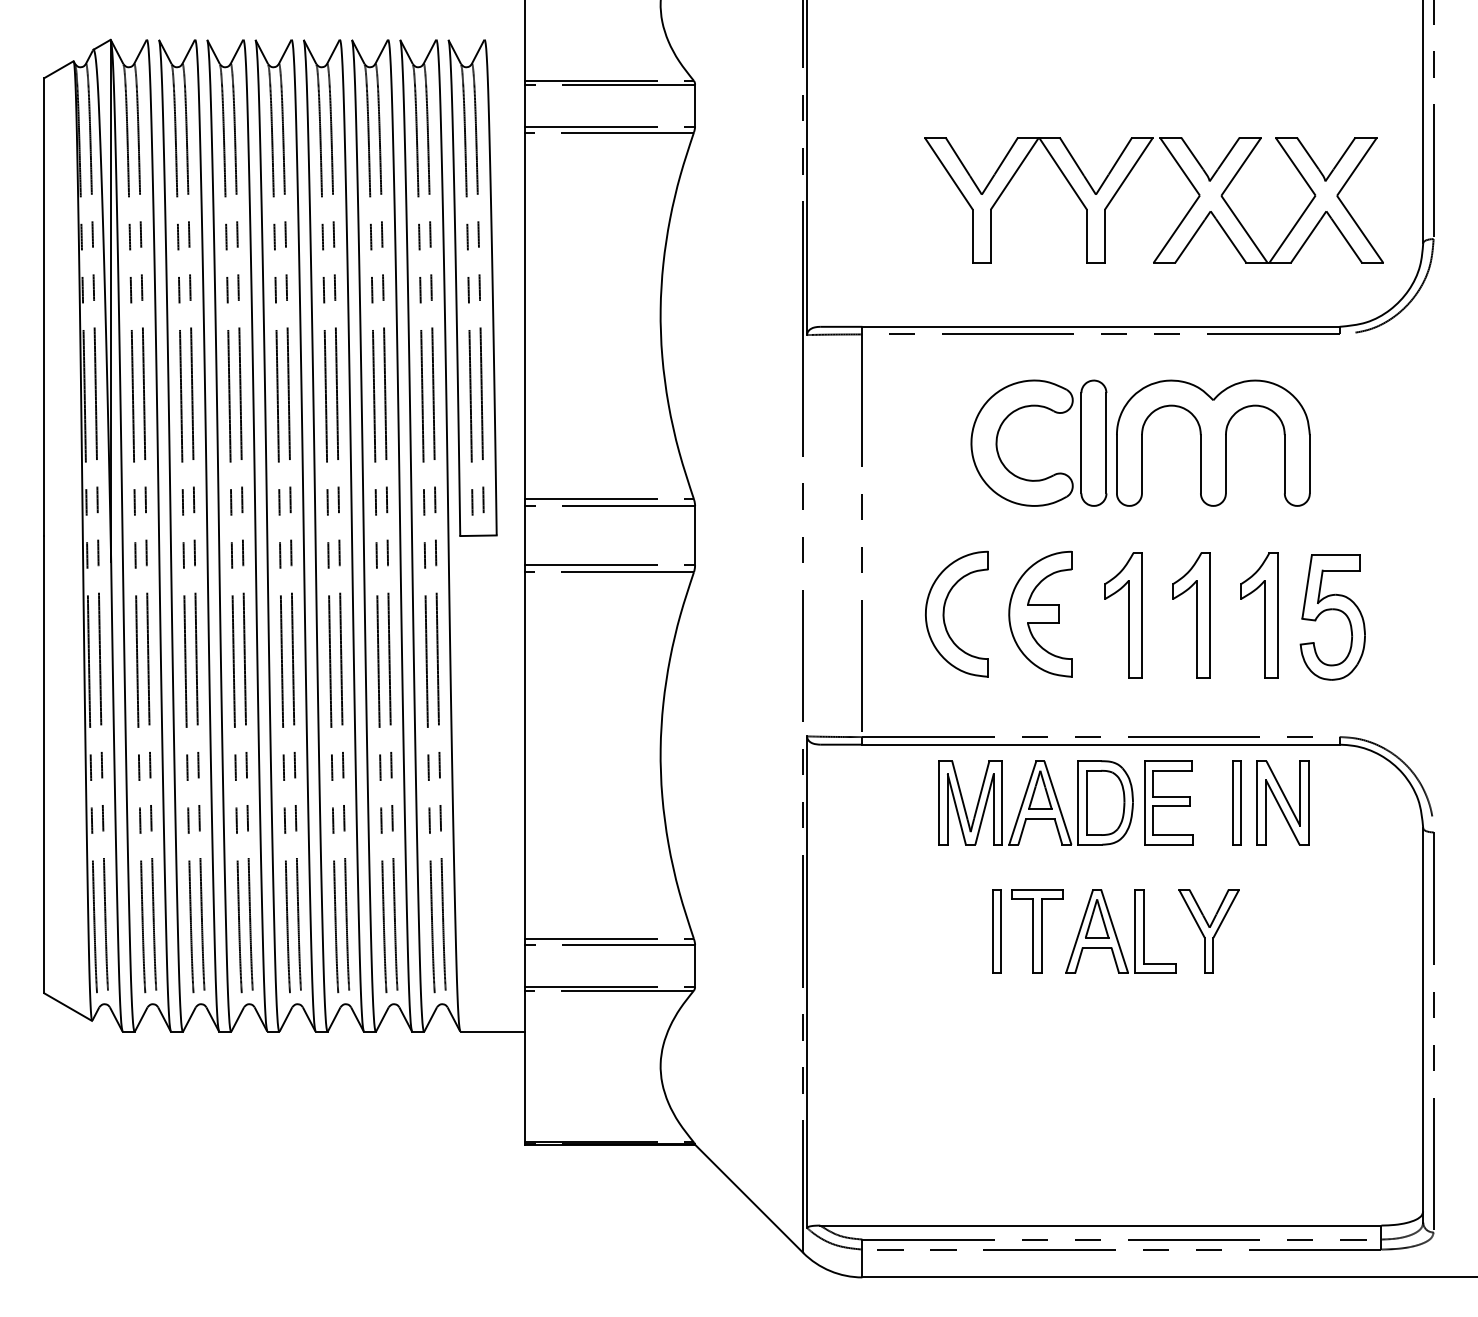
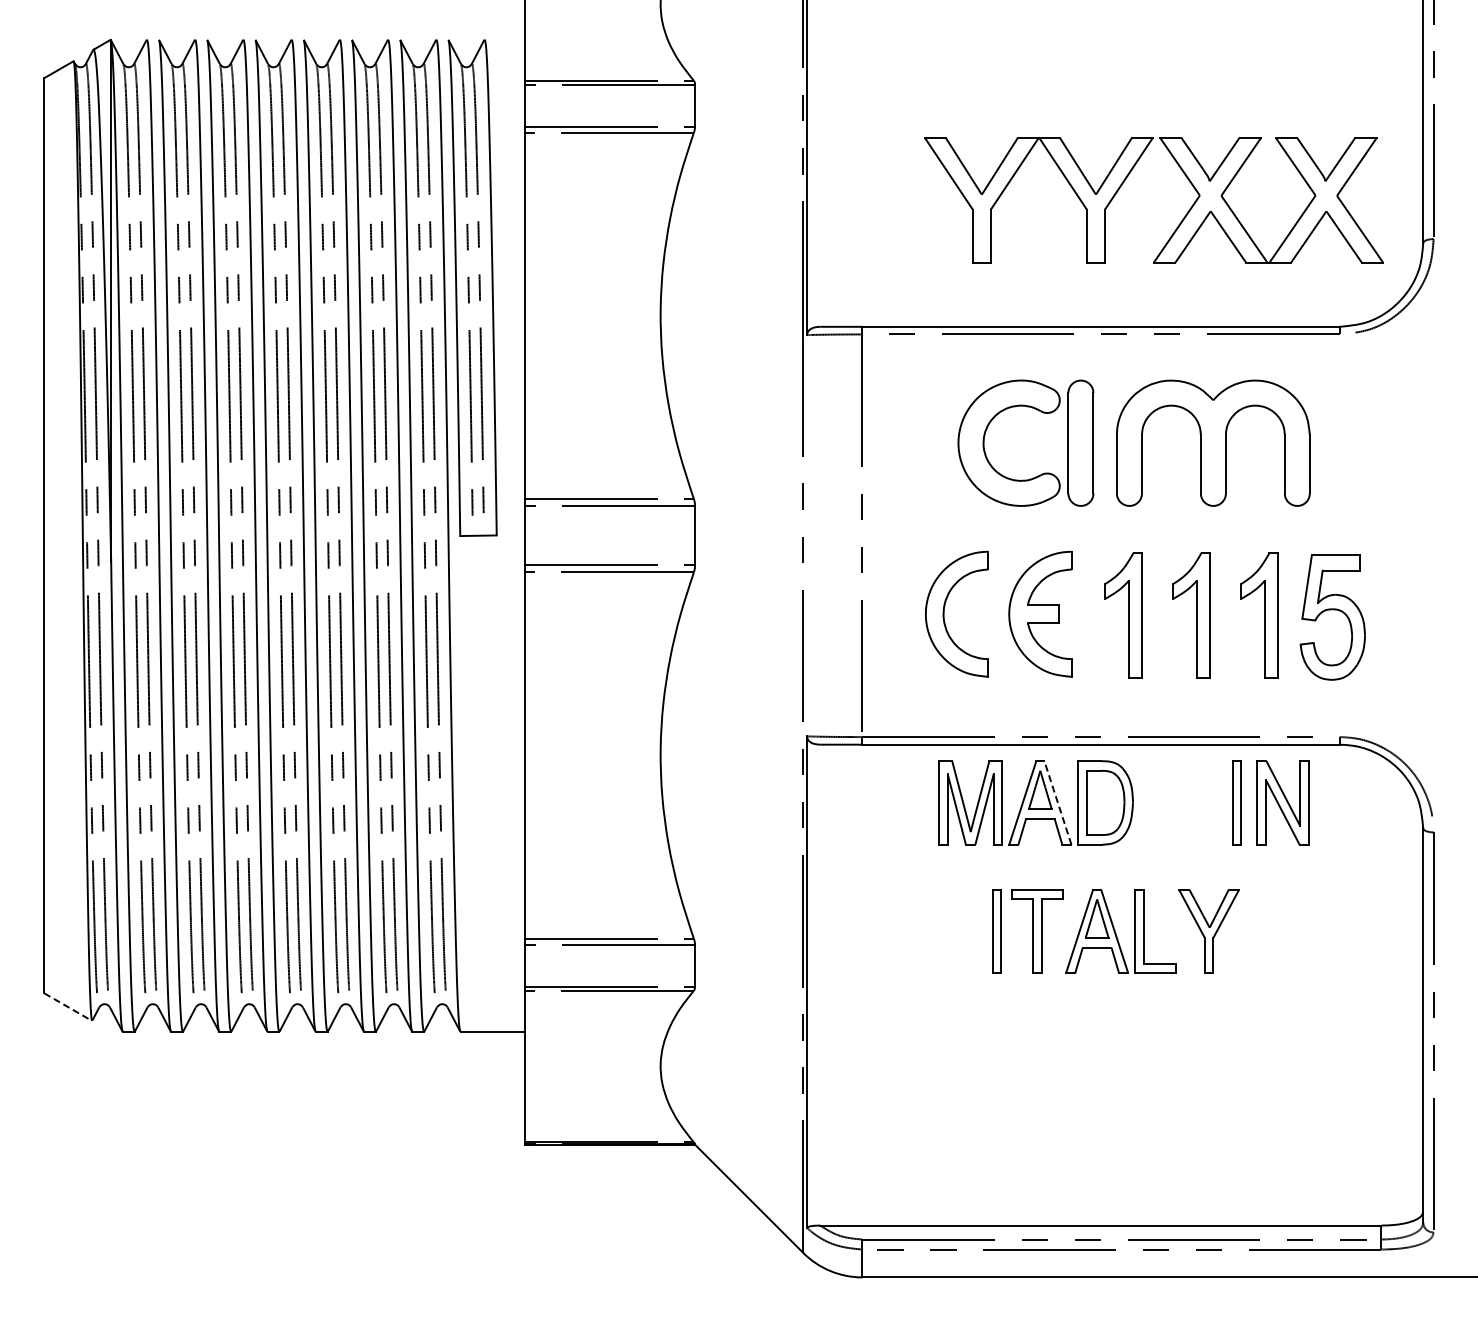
part at (1053, 412) position: (1053, 412) -> (1040, 412)
line at (1057, 802): solid -> dashed
part at (1168, 802): present -> none
line at (68, 1007): solid -> dashed
